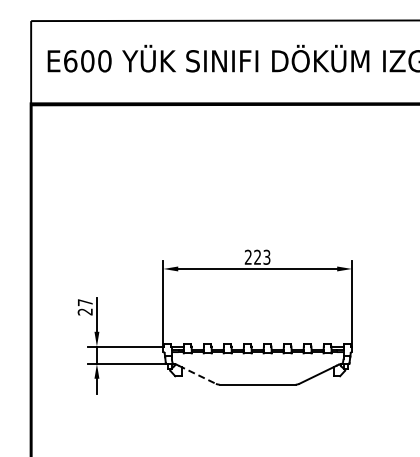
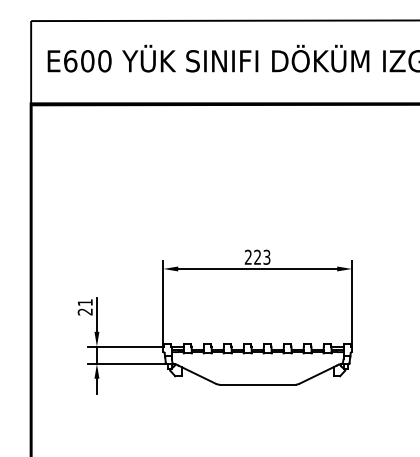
text at (85, 302): 27 -> 21
line at (197, 374): dashed -> solid
